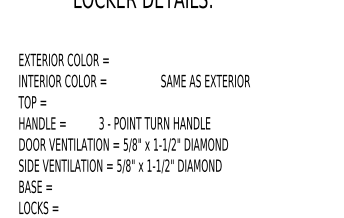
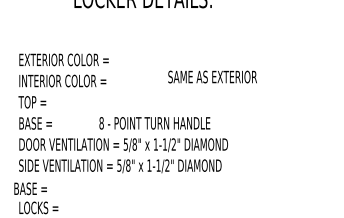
text at (205, 80) position: (205, 80) -> (212, 76)
text at (42, 123): HANDLE = -> BASE =
text at (101, 123): 3 -> 8
text at (35, 186) position: (35, 186) -> (30, 188)
